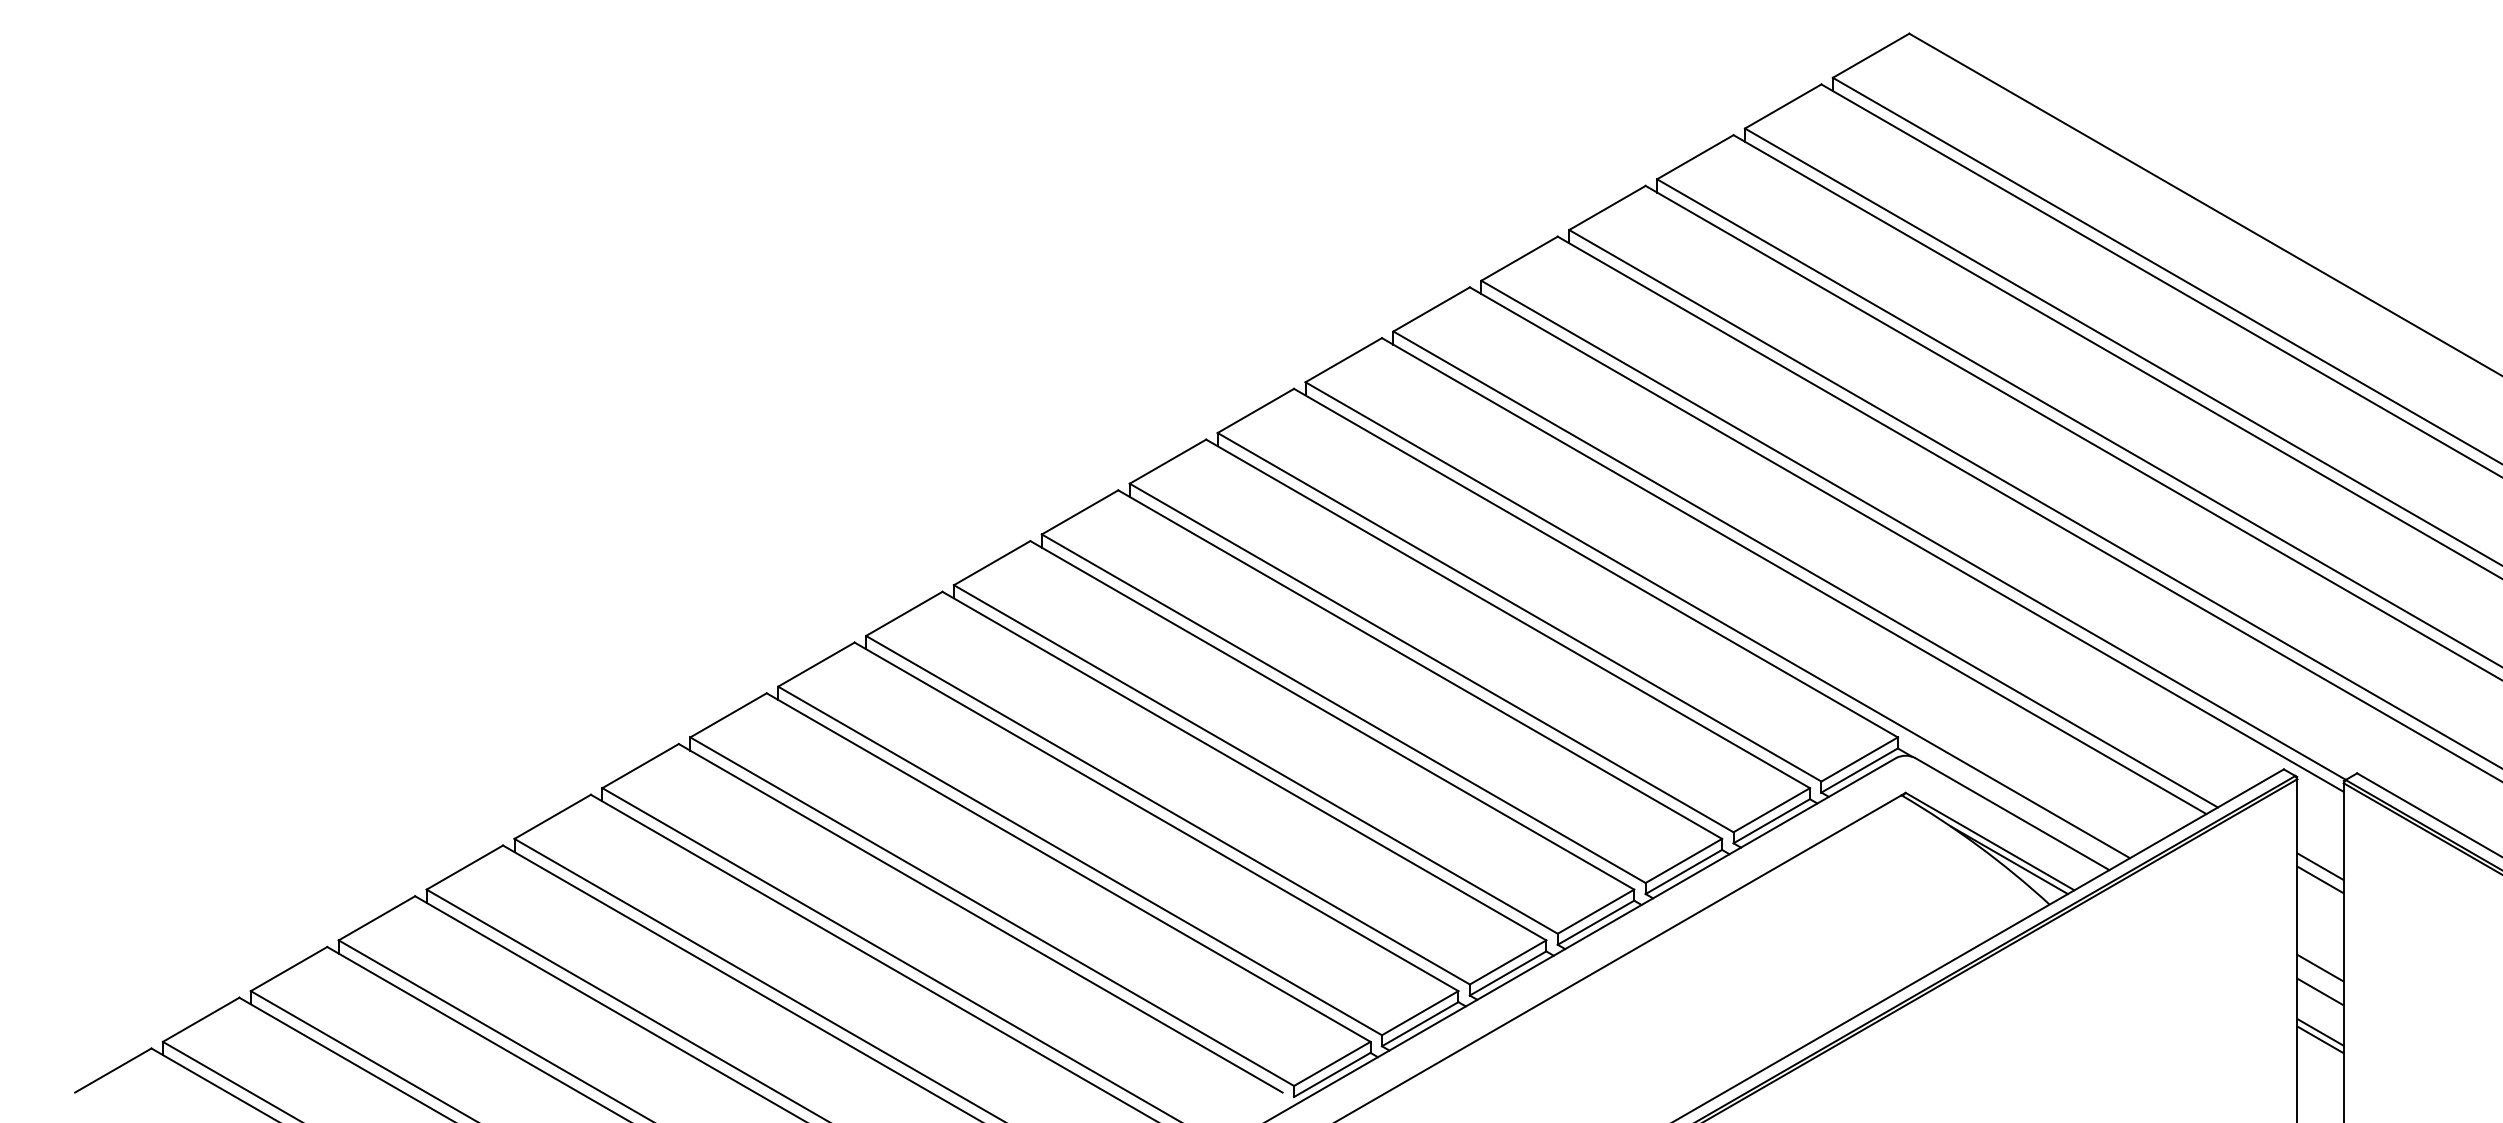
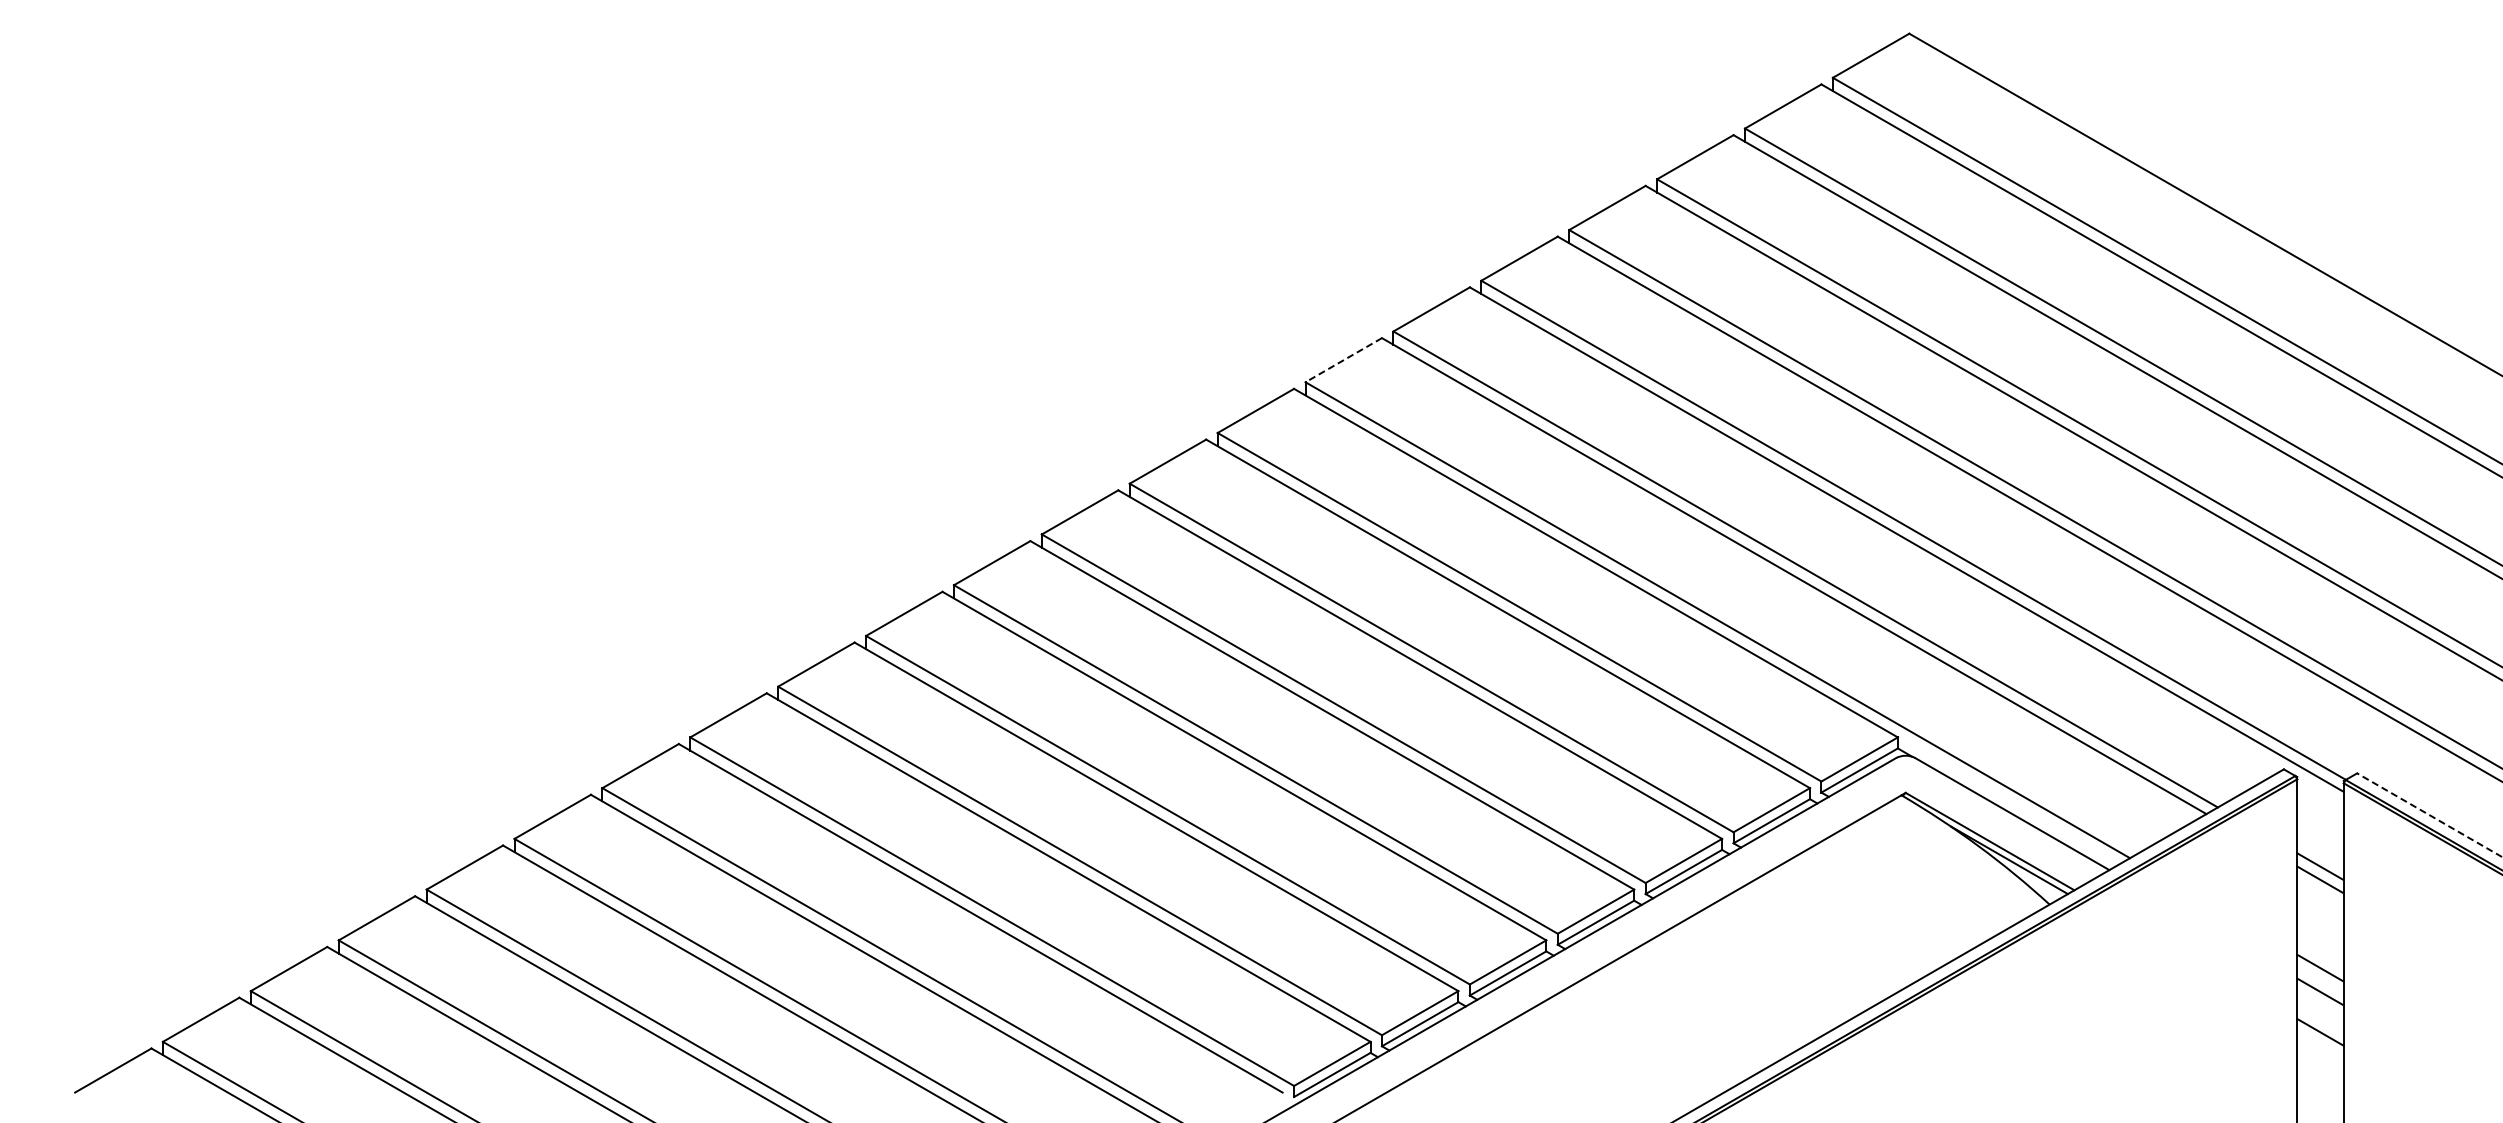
line at (1343, 360): solid -> dashed
line at (2429, 815): solid -> dashed
line at (2320, 1039): present -> none
